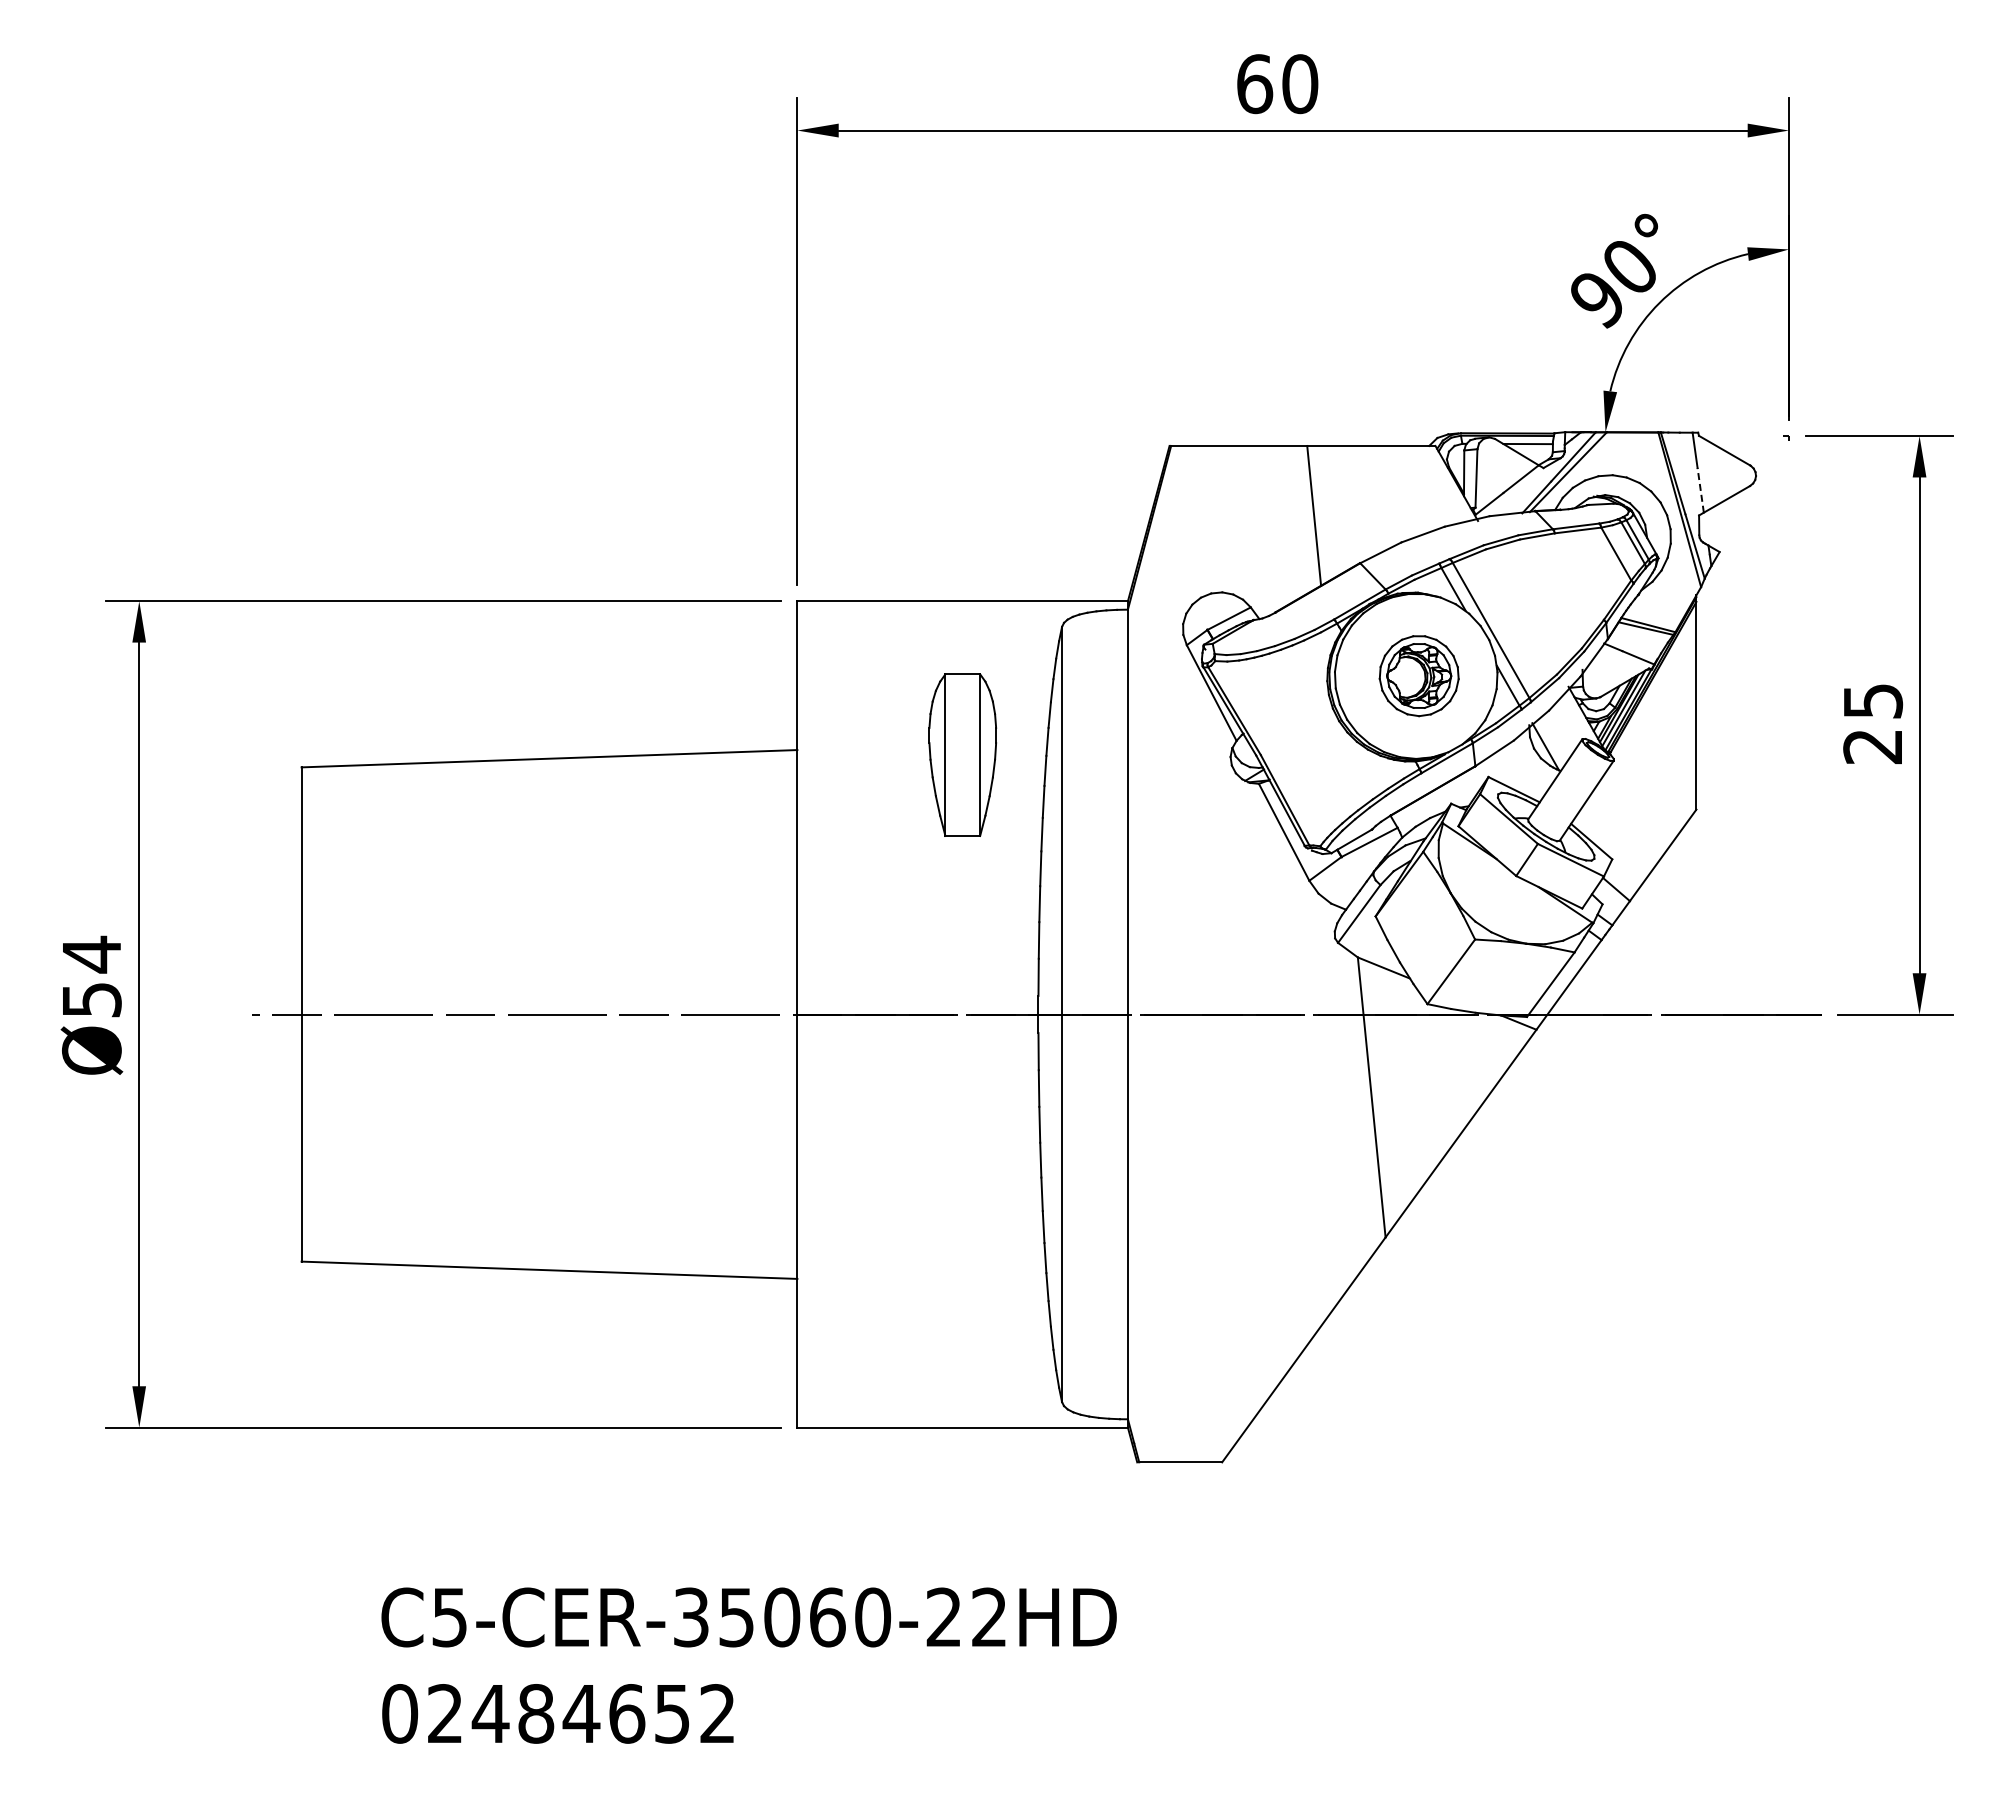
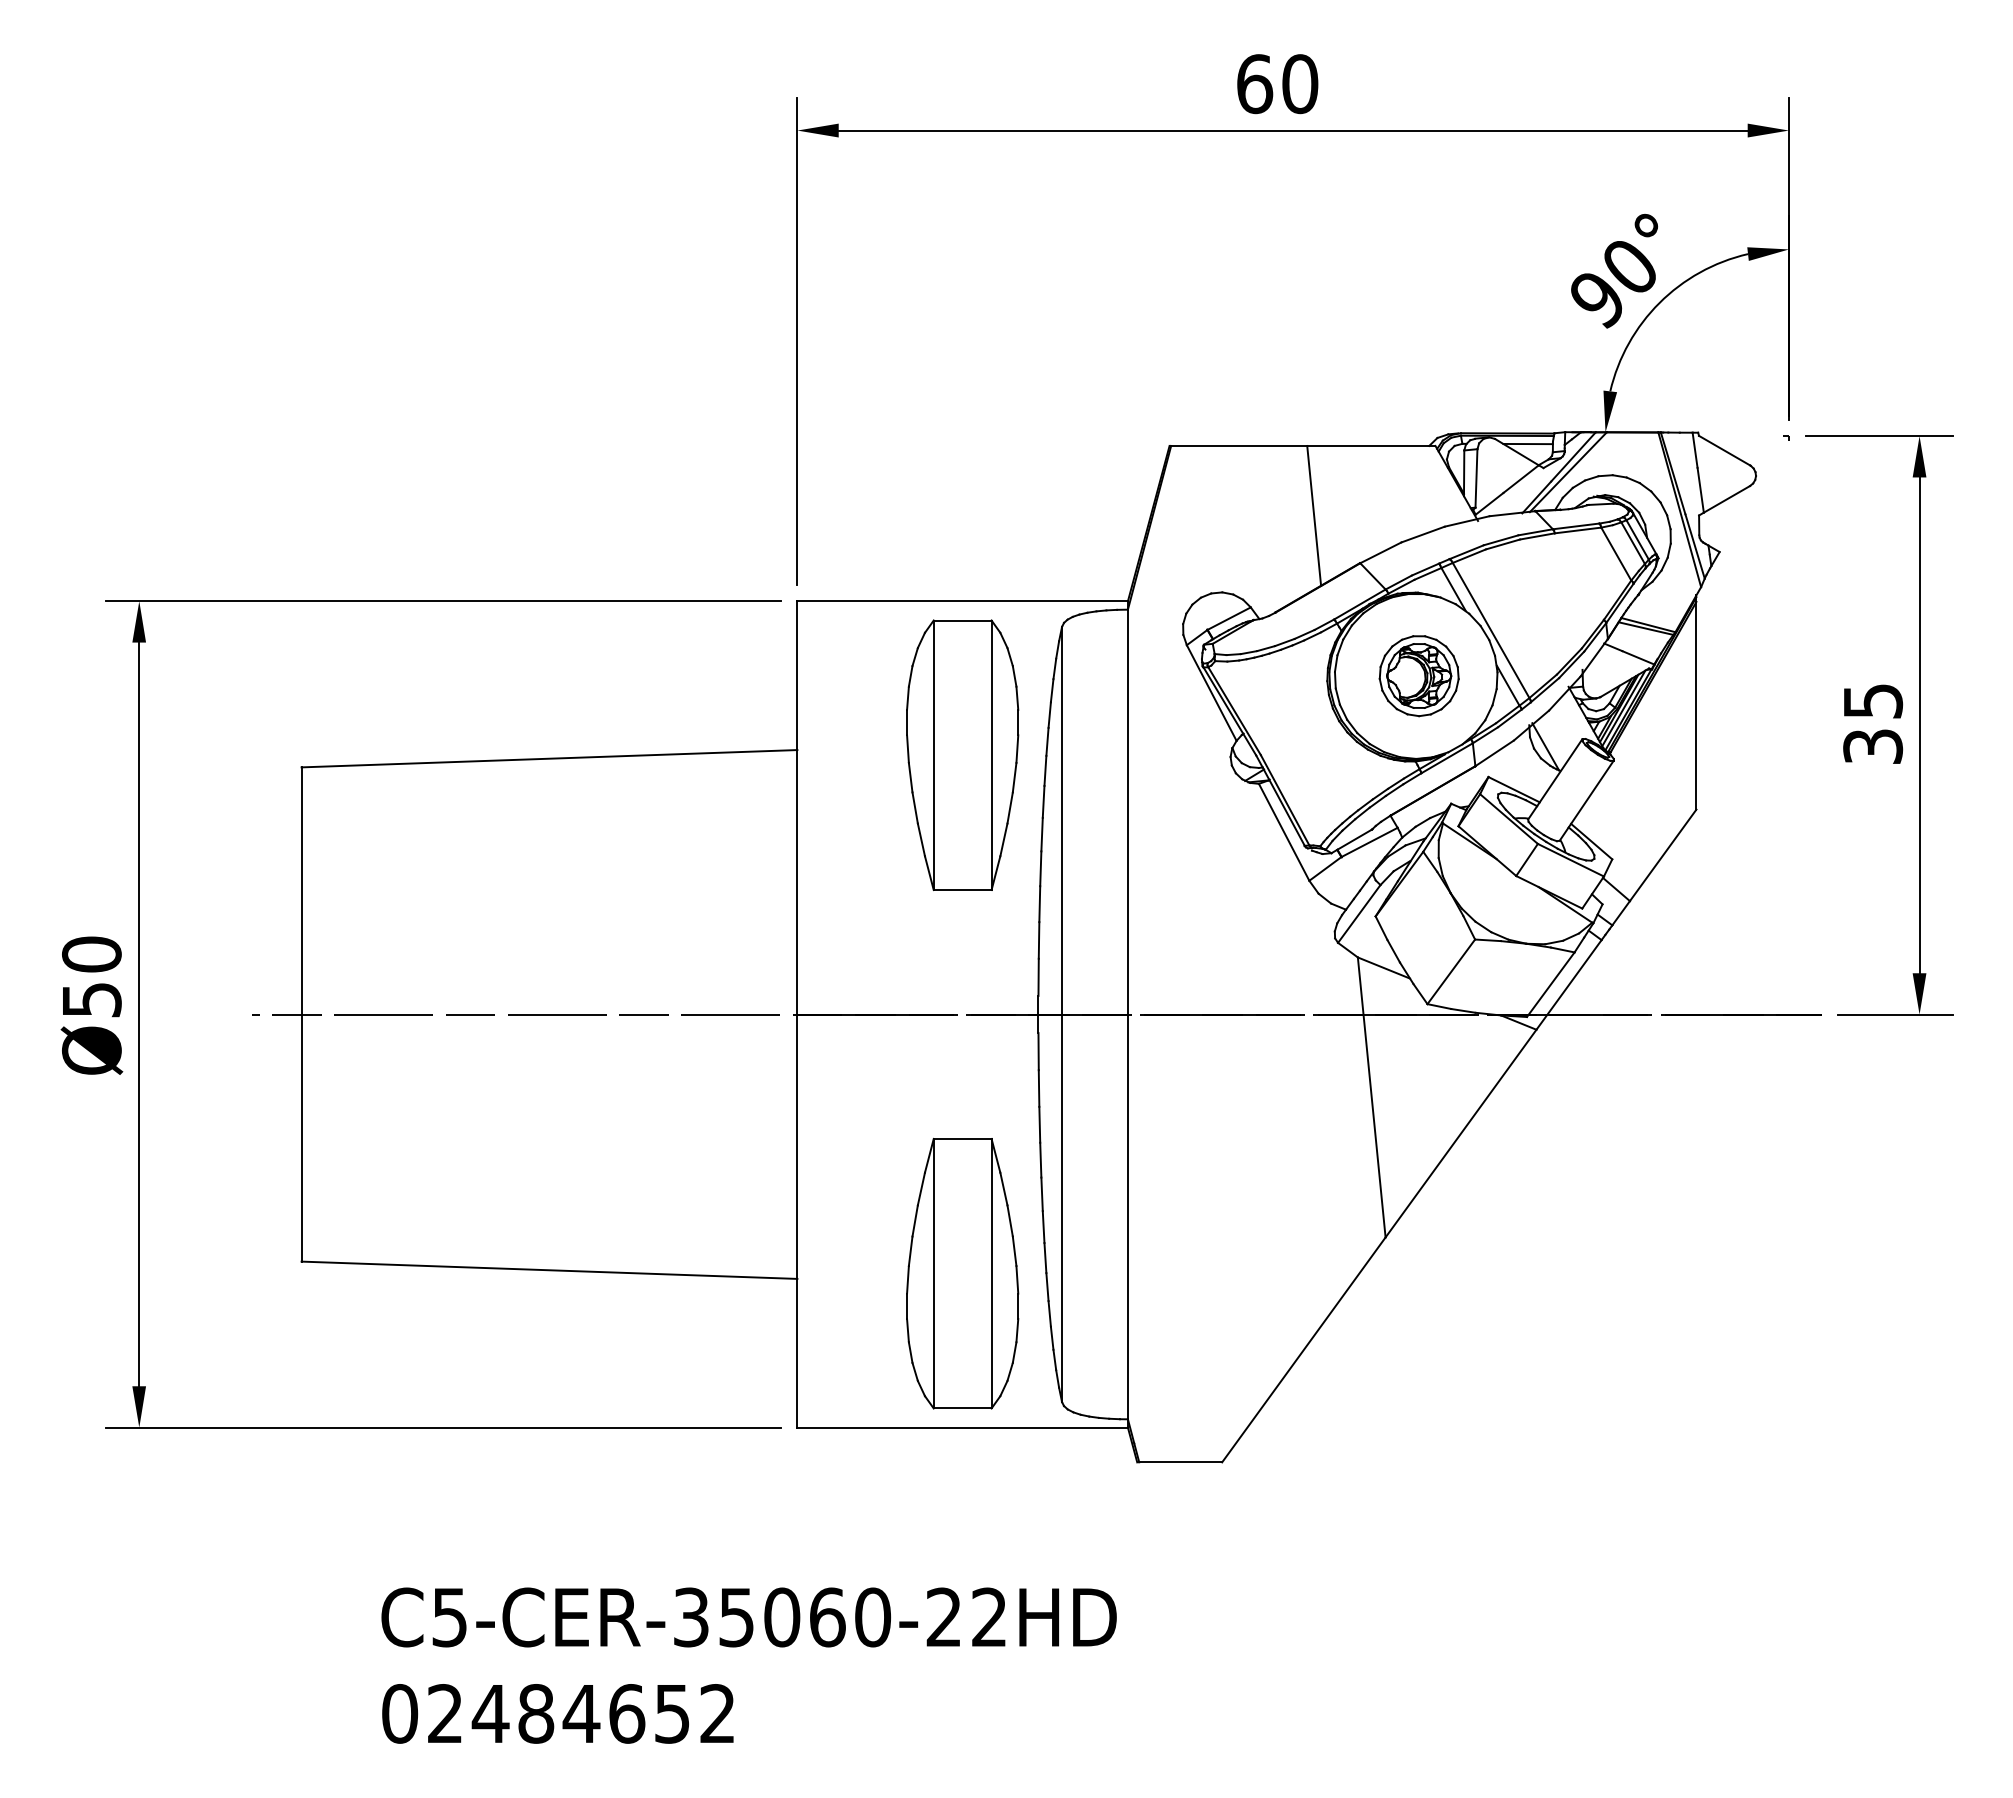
line at (1700, 490): dashed -> solid
text at (1873, 746): 25 -> 35
part at (962, 754) size: 70x164 px -> 114x272 px
text at (91, 954): Ø54 -> Ø50
part at (962, 1273): none -> present
